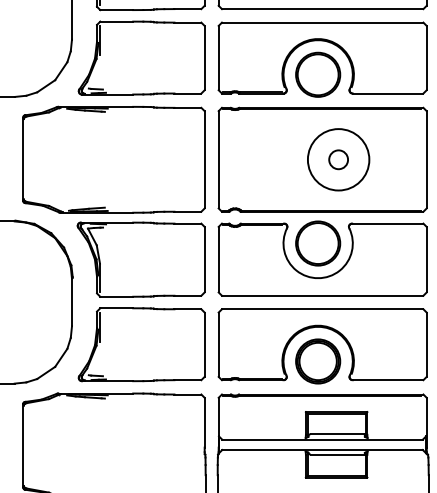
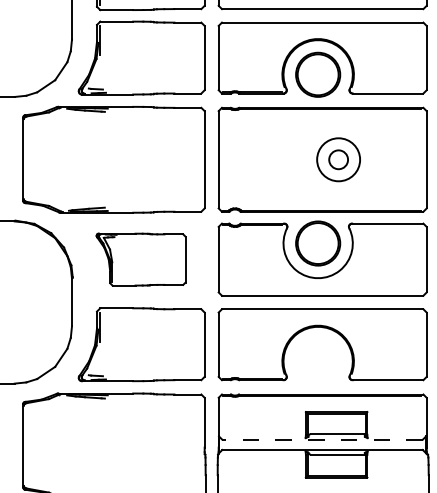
circle at (338, 159) diameter: 61 px -> 43 px
part at (140, 259) size: 130x77 px -> 92x55 px
part at (318, 361): present -> none
line at (322, 439): solid -> dashed
